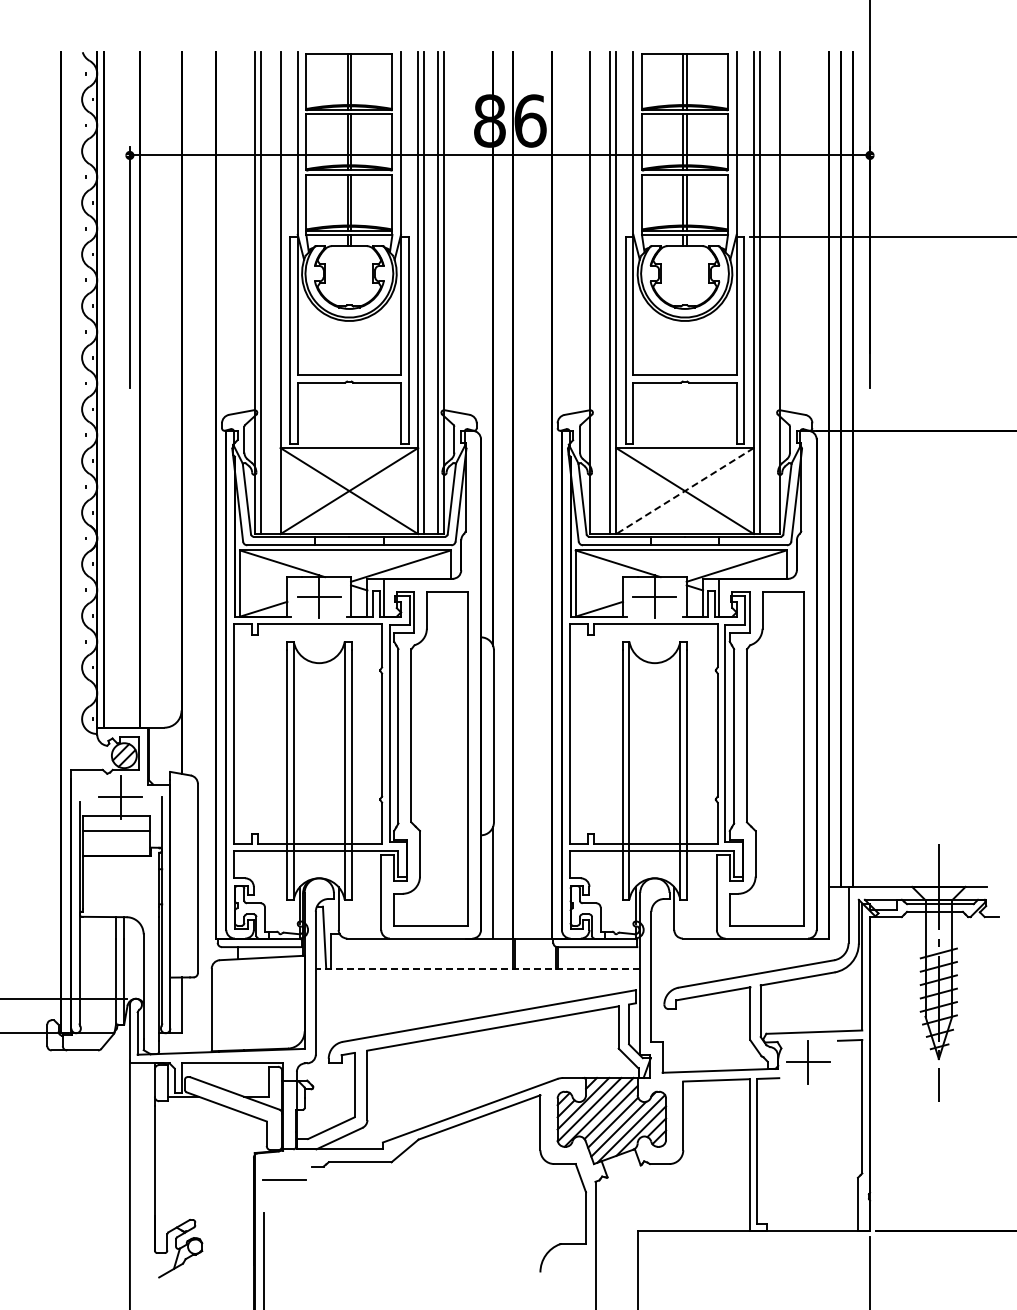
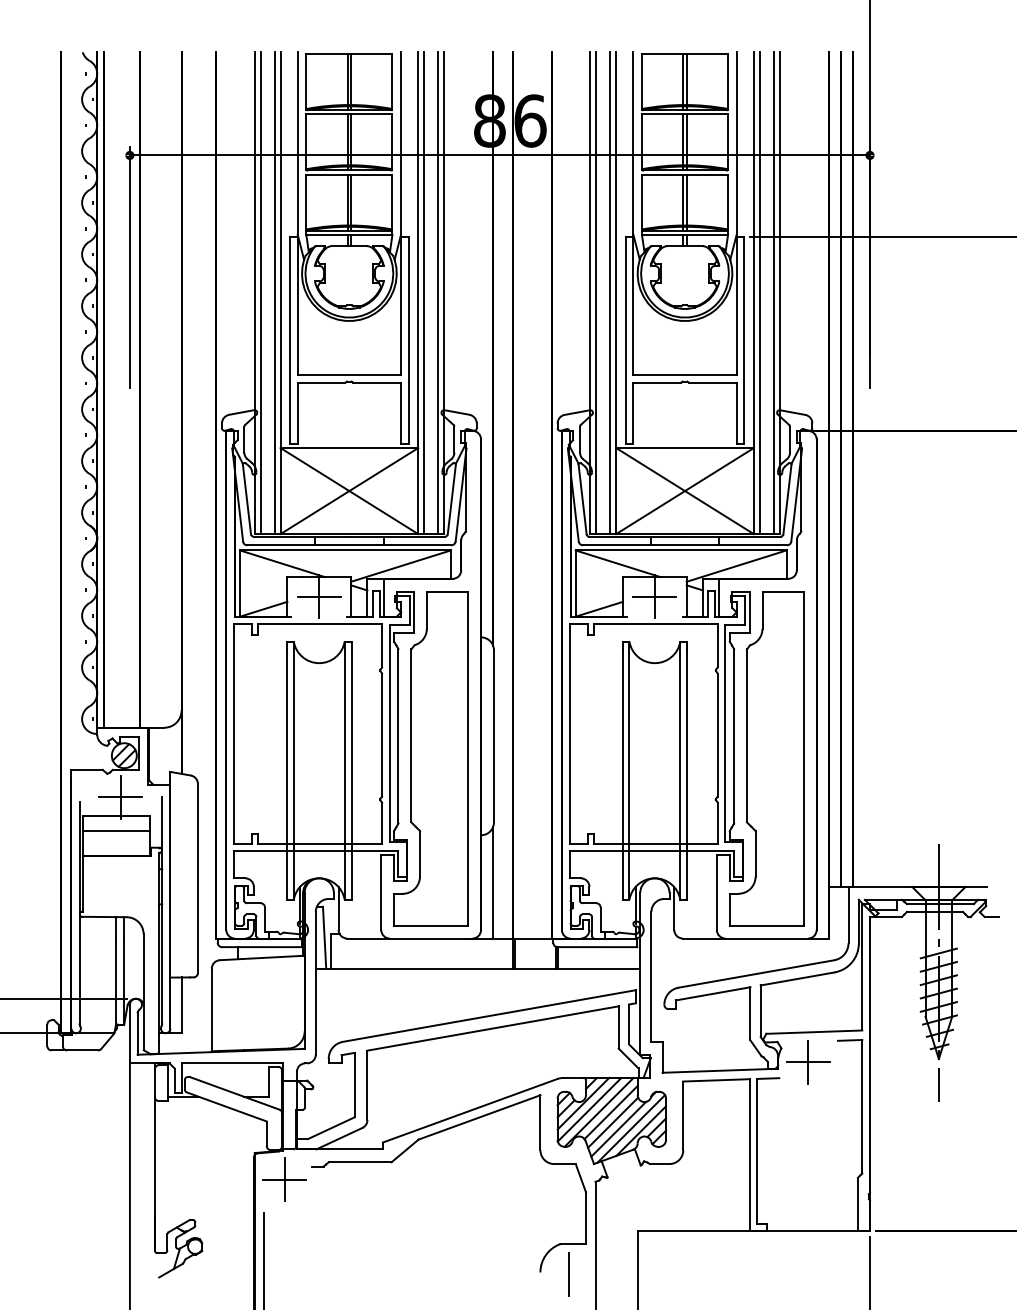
line at (274, 293): none -> present
line at (596, 293): none -> present
line at (773, 293): none -> present
line at (684, 491): dashed -> solid
line at (477, 968): dashed -> solid
line at (284, 1179): none -> present
line at (568, 1274): none -> present
